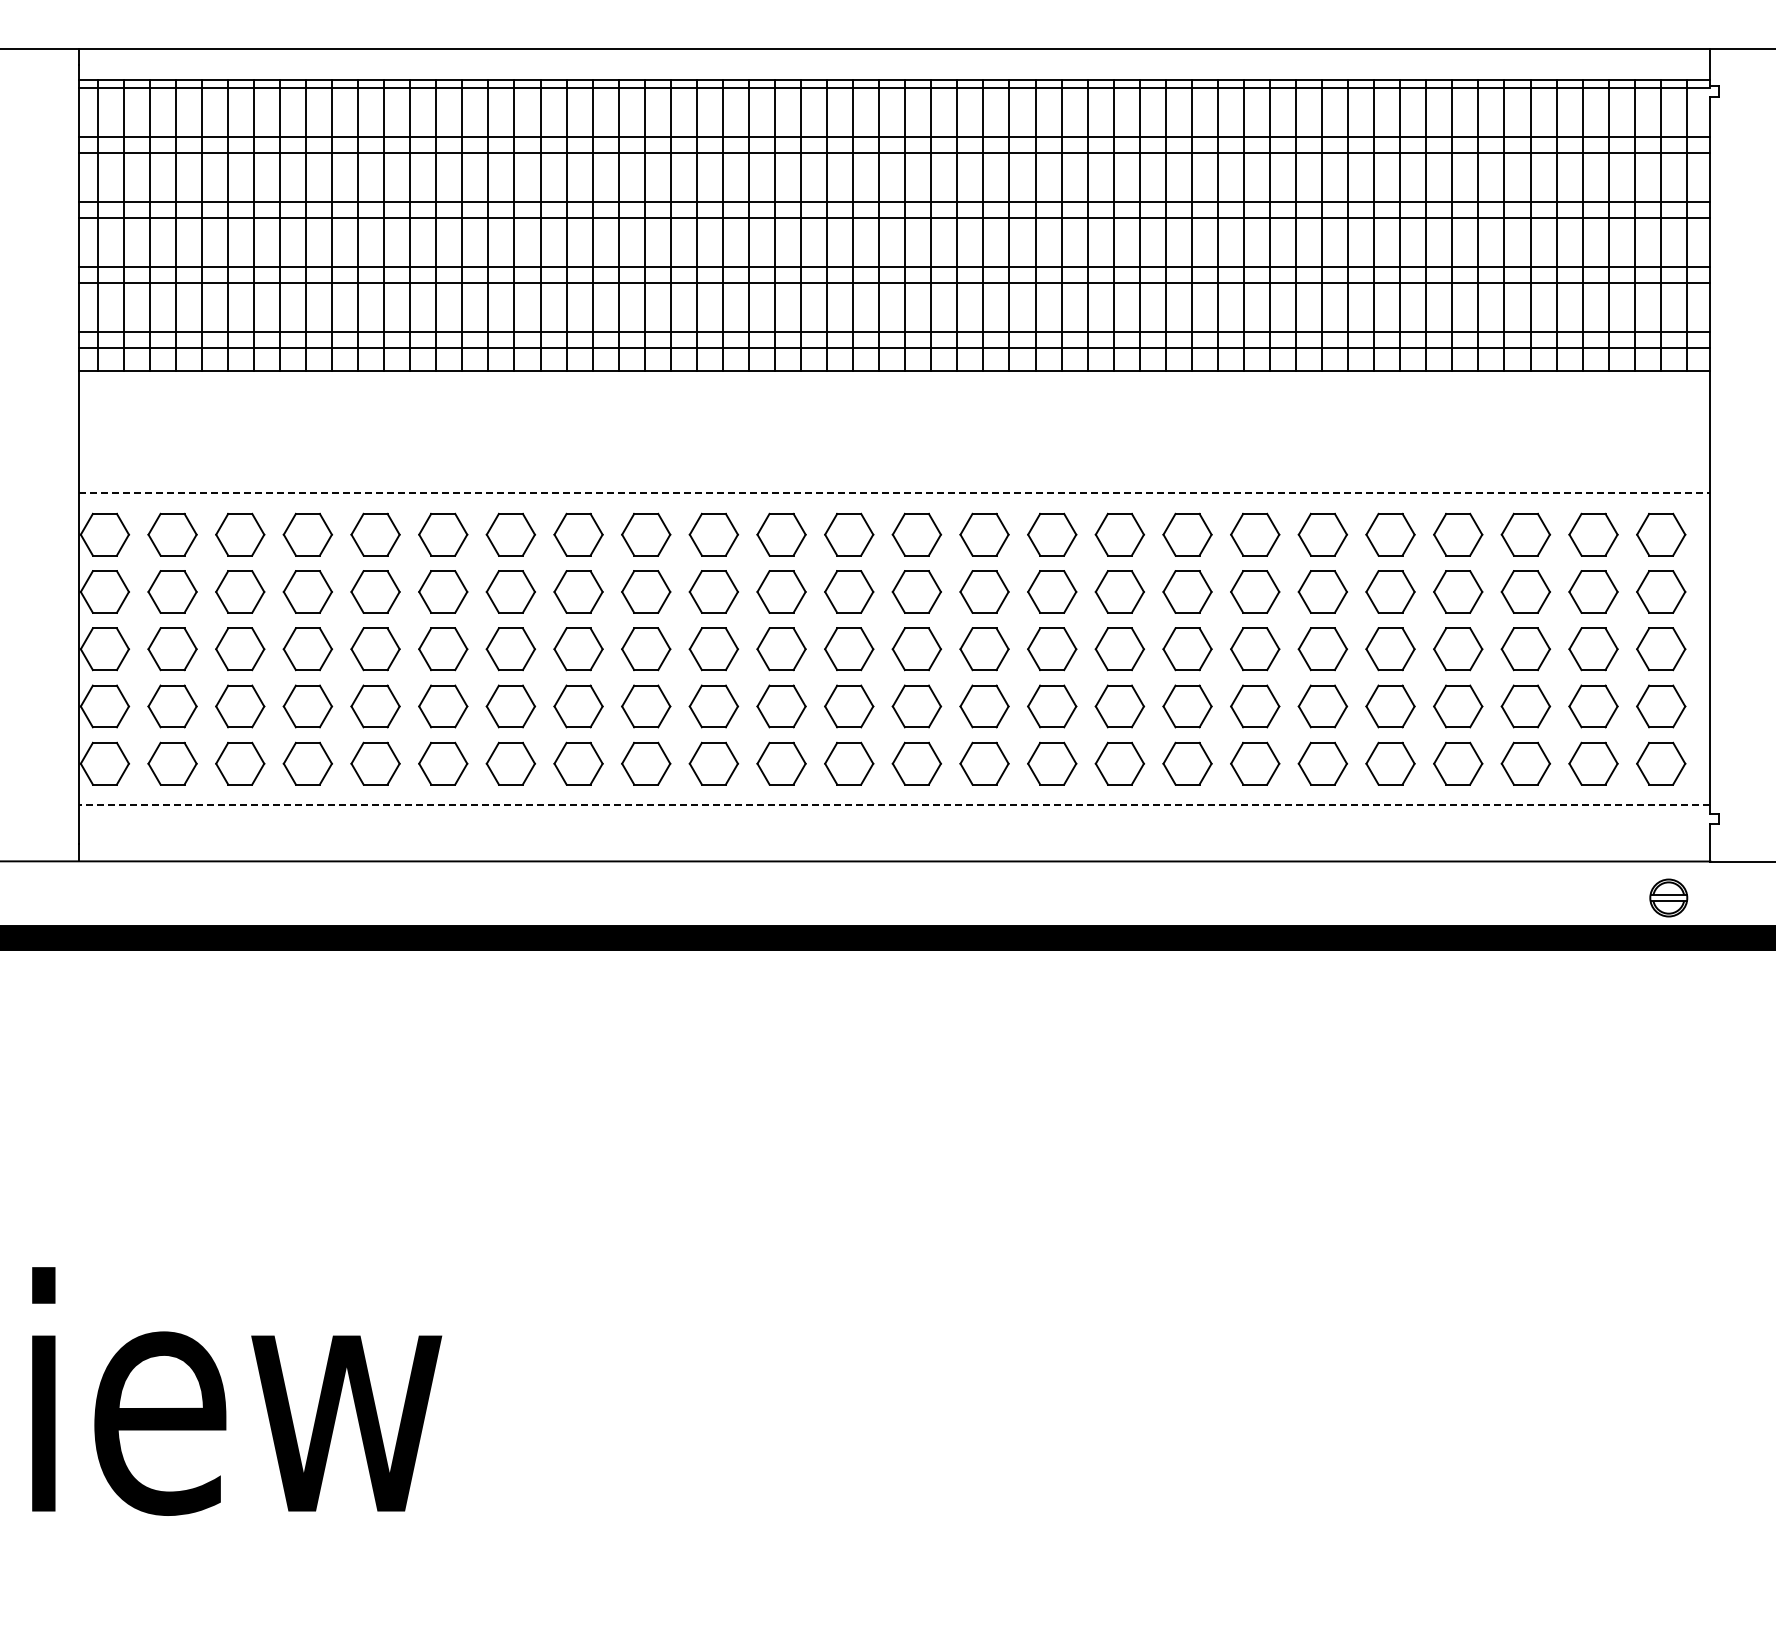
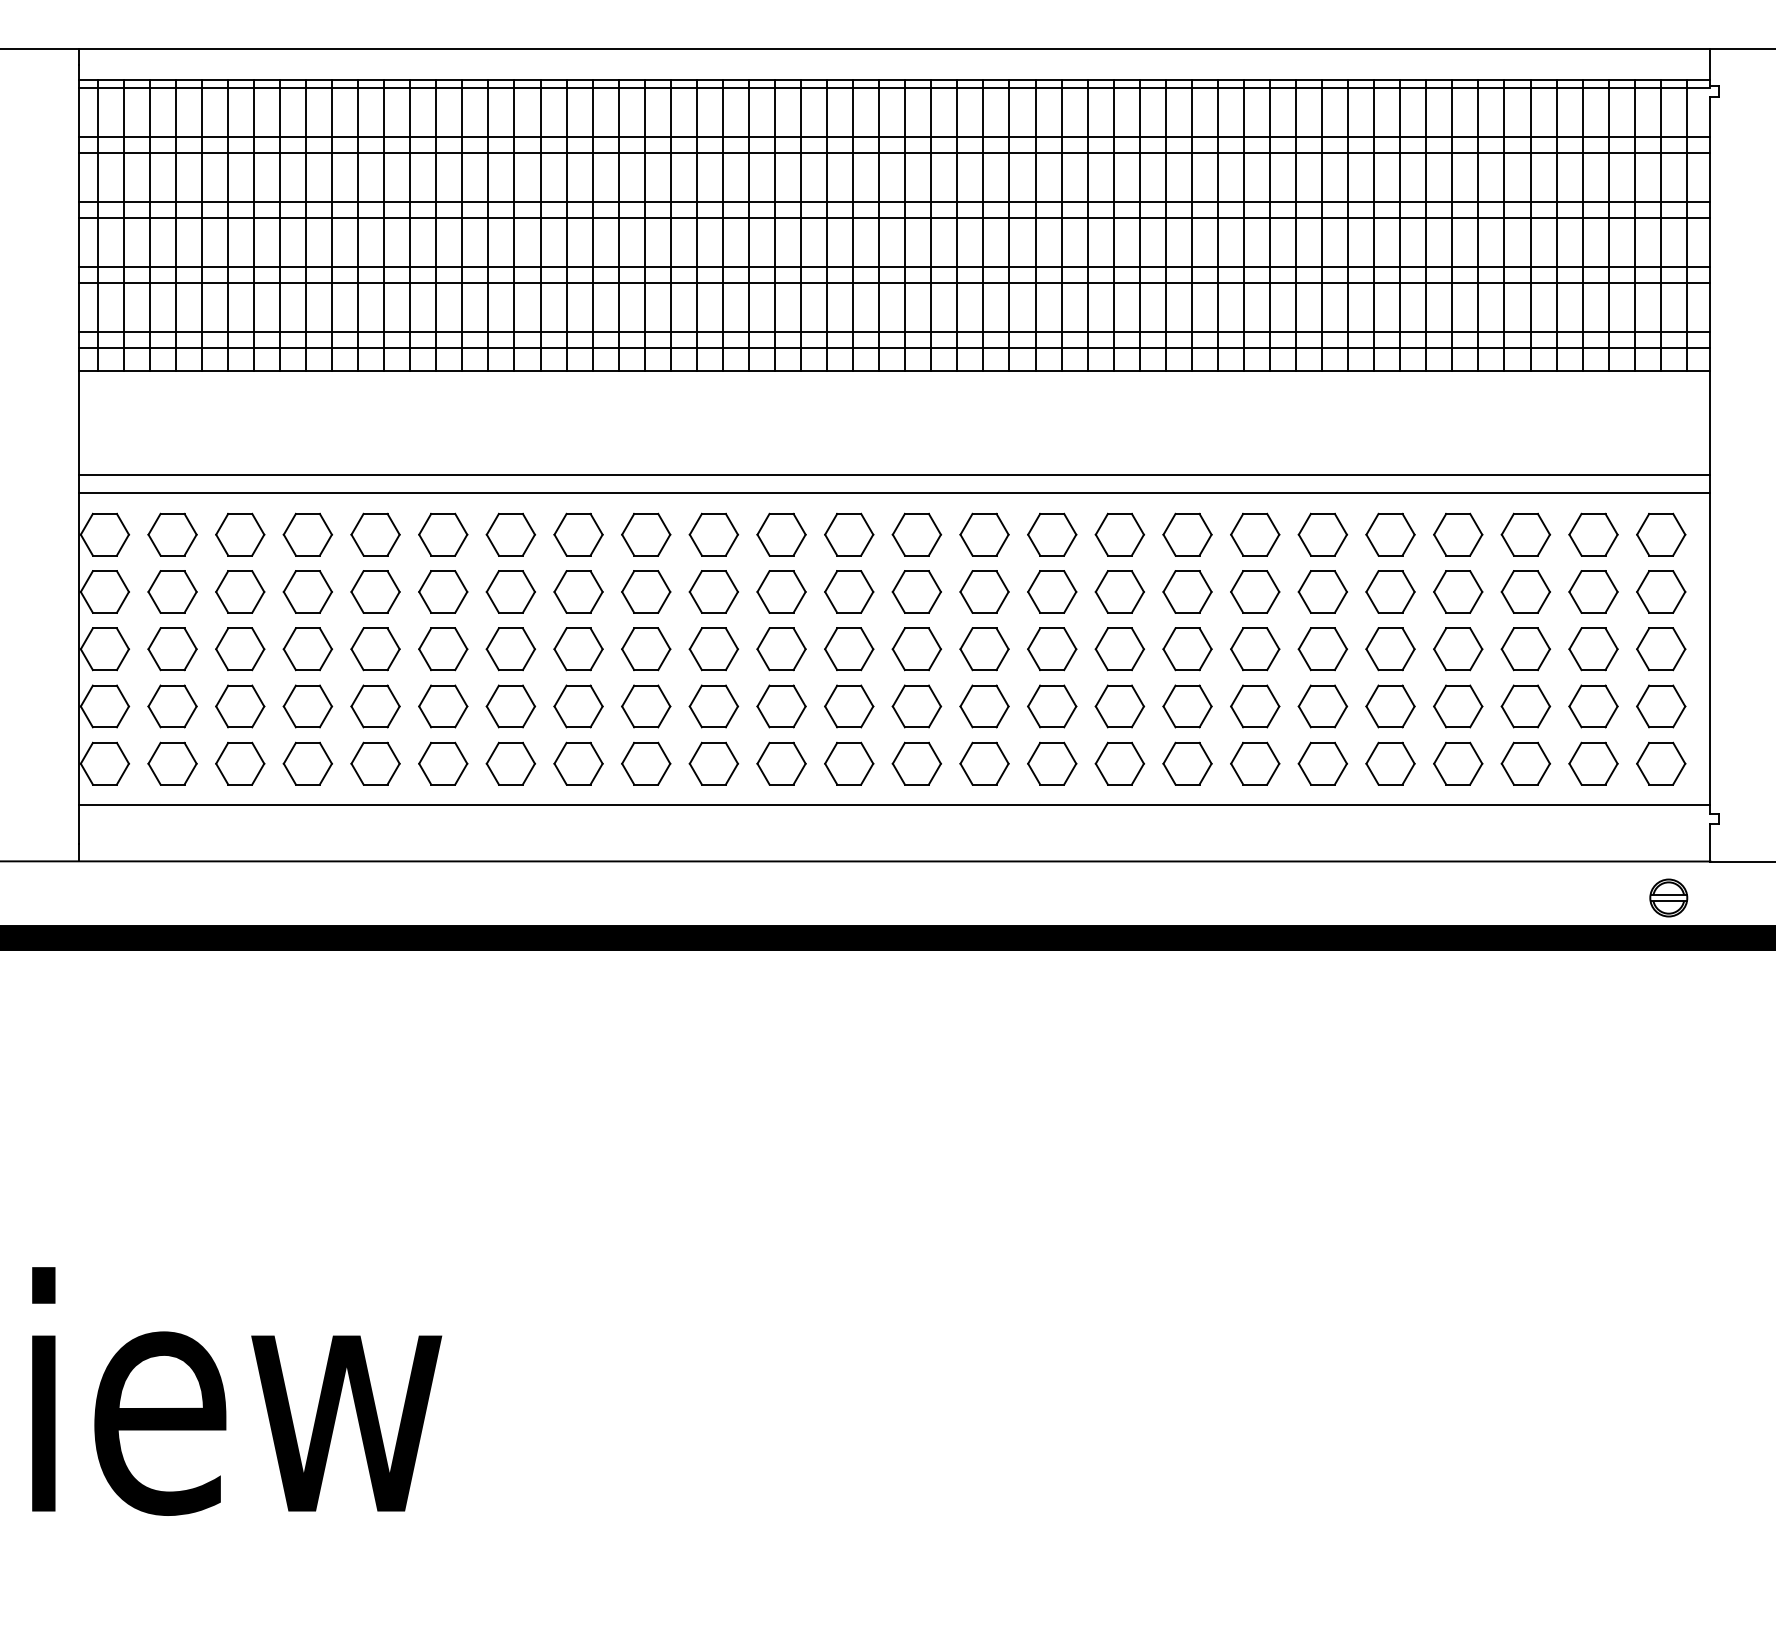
line at (894, 475): none -> present
line at (894, 493): dashed -> solid
line at (894, 805): dashed -> solid
